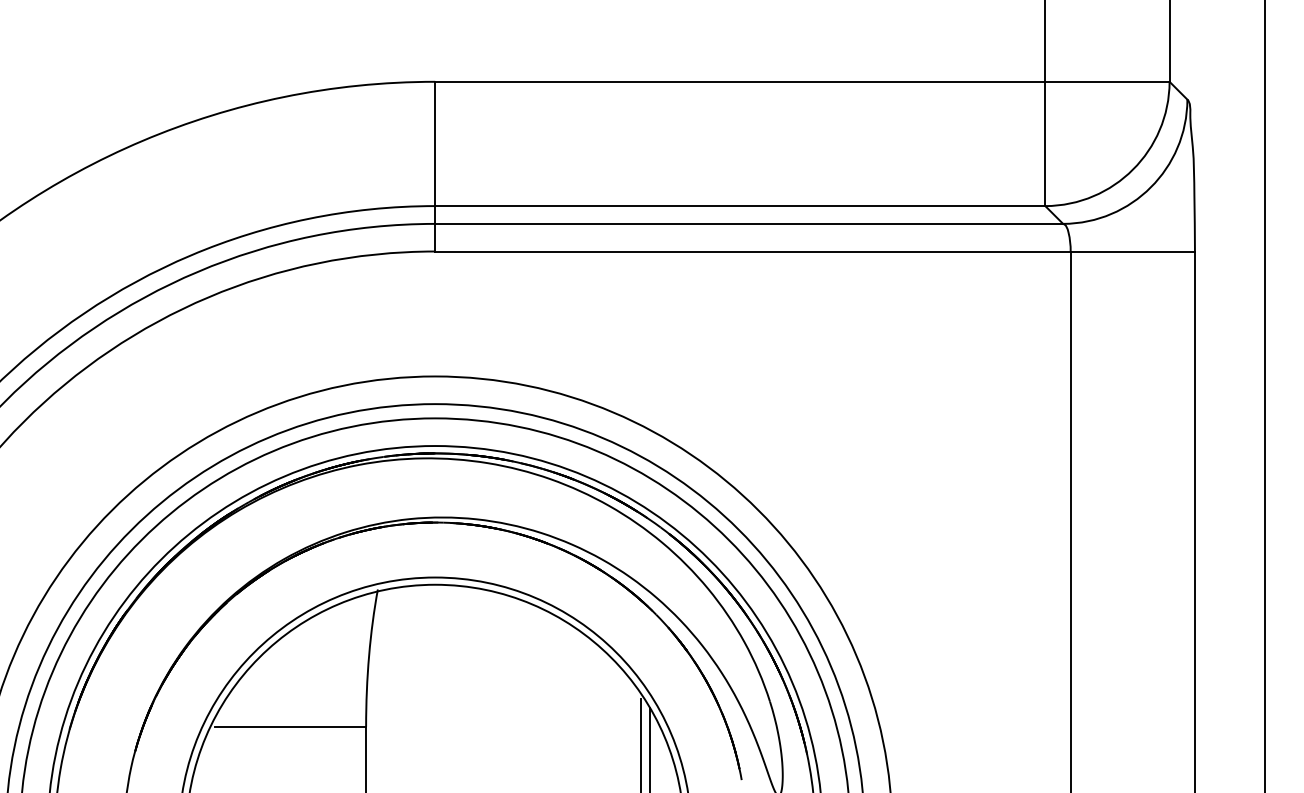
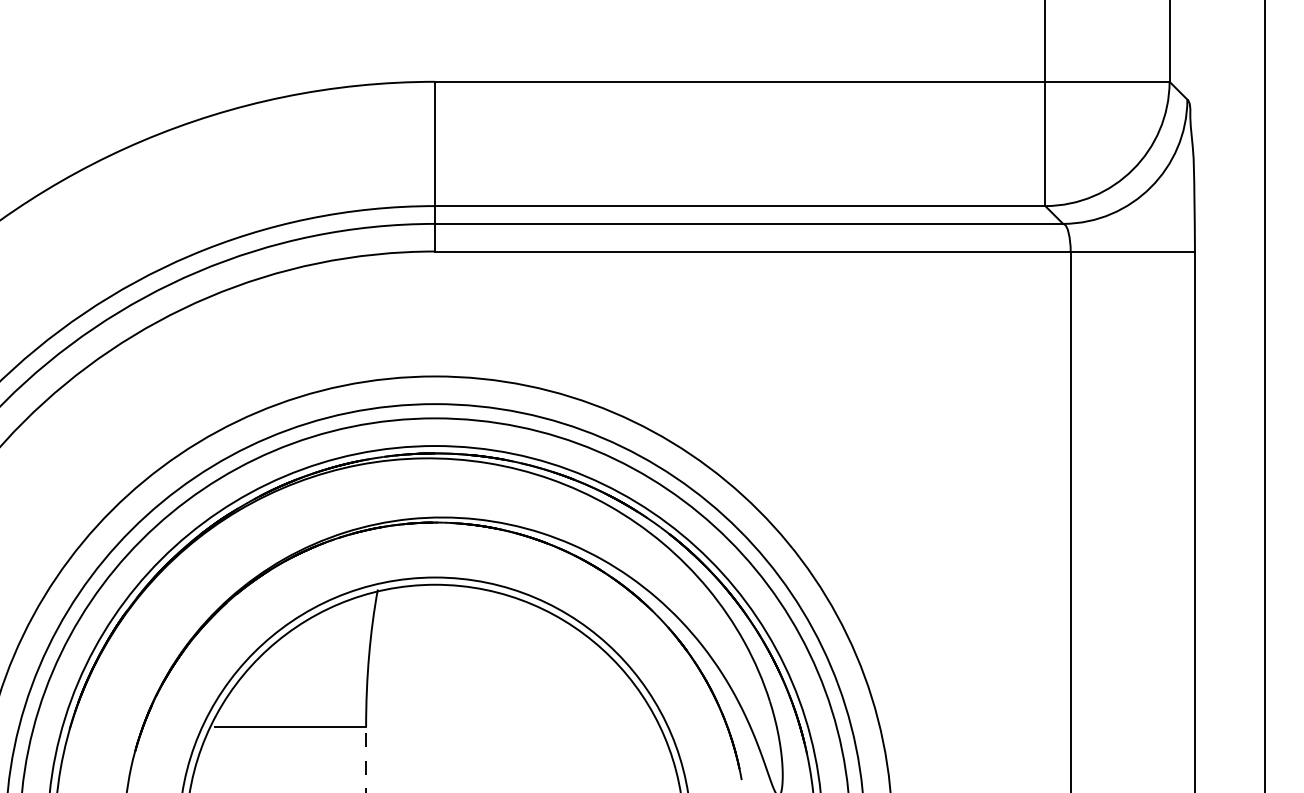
line at (640, 744): present -> none
line at (649, 748): present -> none
line at (366, 759): solid -> dashed
